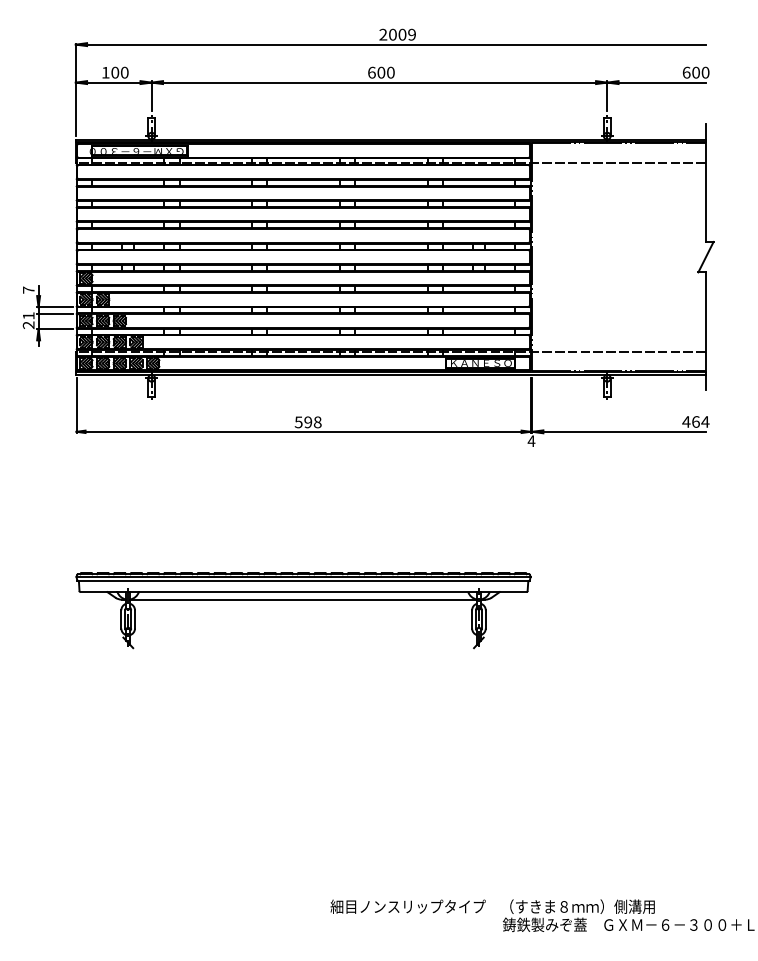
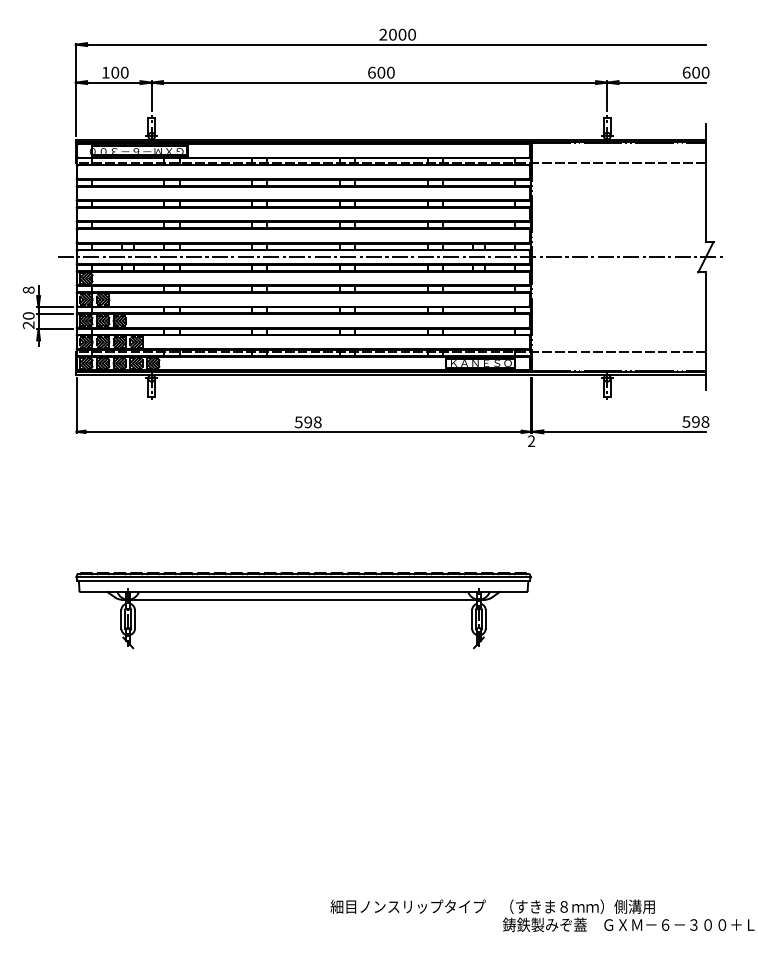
text at (411, 34): 2009 -> 2000
line at (390, 257): none -> present
text at (28, 289): 7 -> 8
text at (28, 315): 21 -> 20
text at (695, 421): 464 -> 598
text at (531, 440): 4 -> 2
